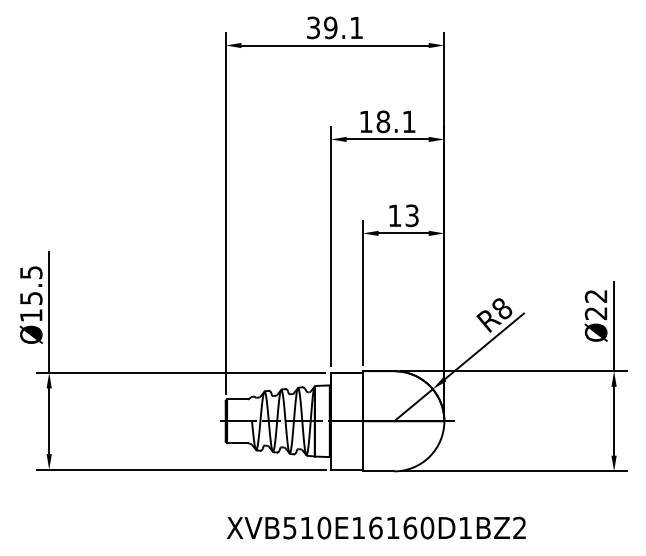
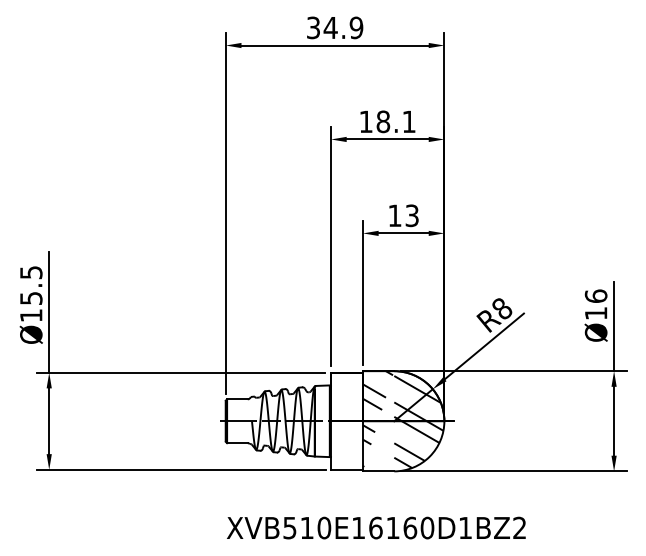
text at (343, 27): 39.1 -> 34.9
text at (595, 304): Ø22 -> Ø16
hatch at (402, 419): none -> present
